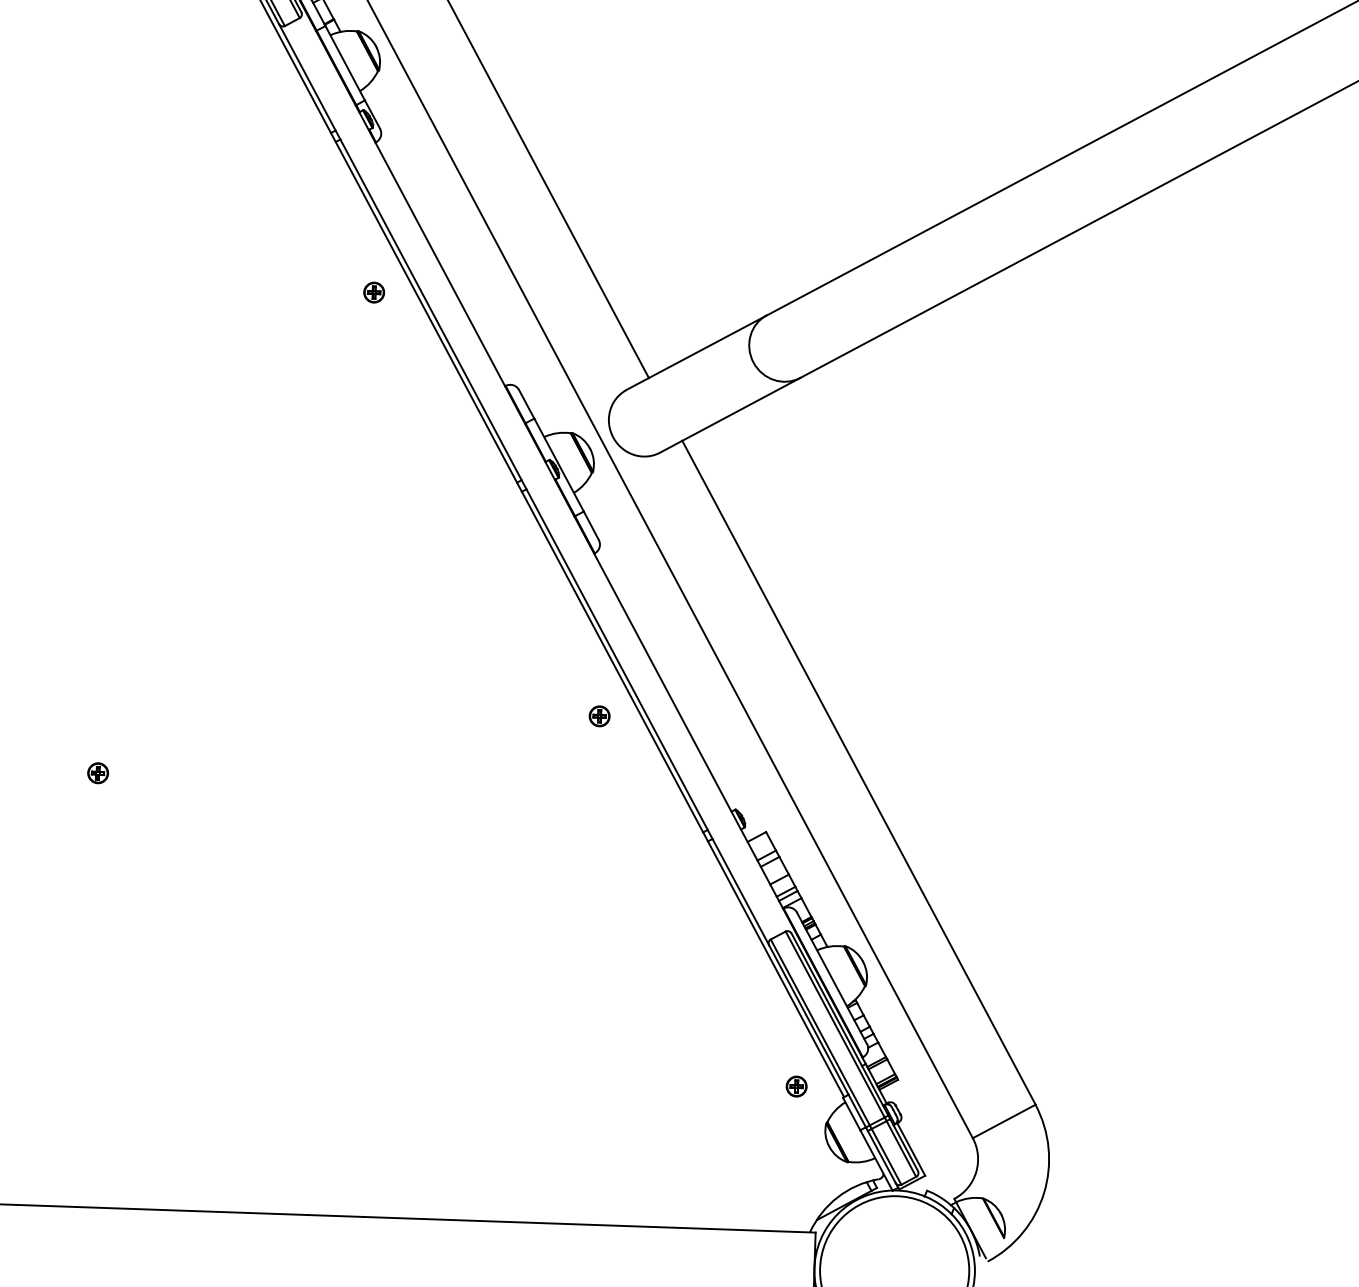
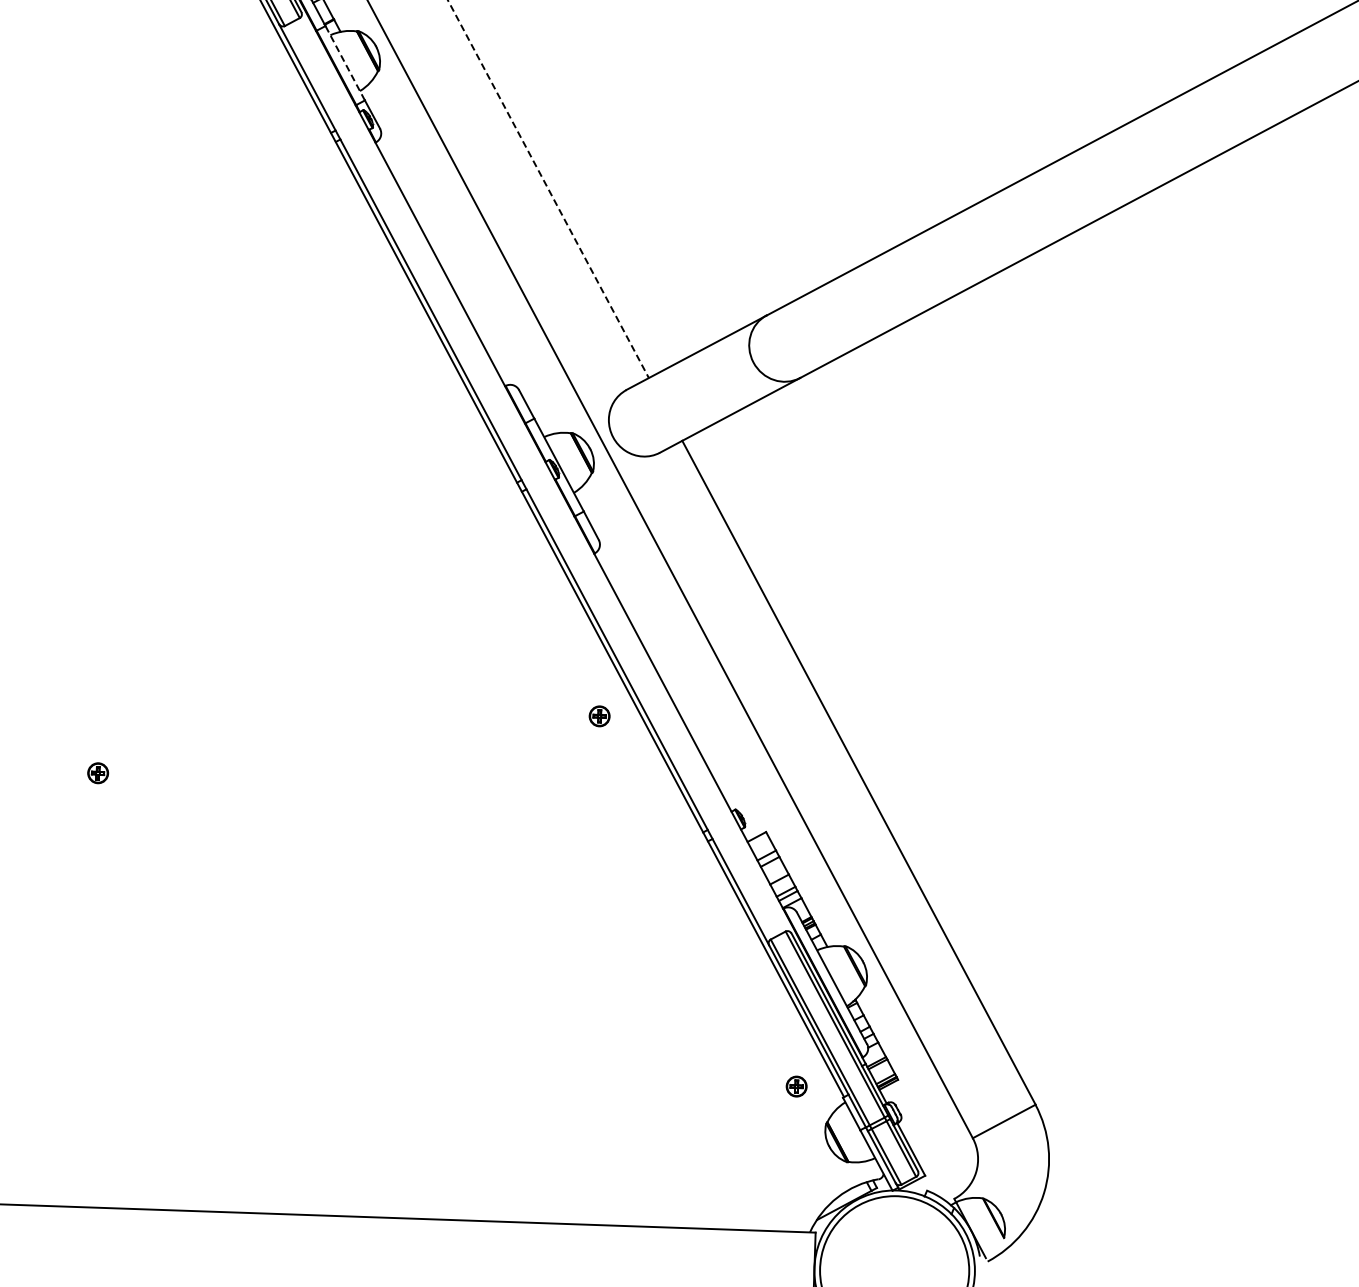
line at (344, 62): solid -> dashed
line at (548, 189): solid -> dashed
part at (374, 292): present -> none
